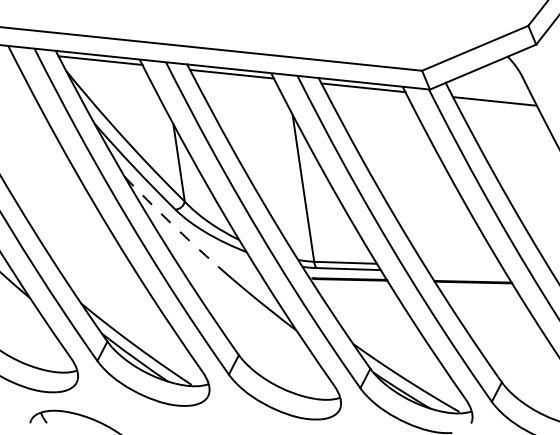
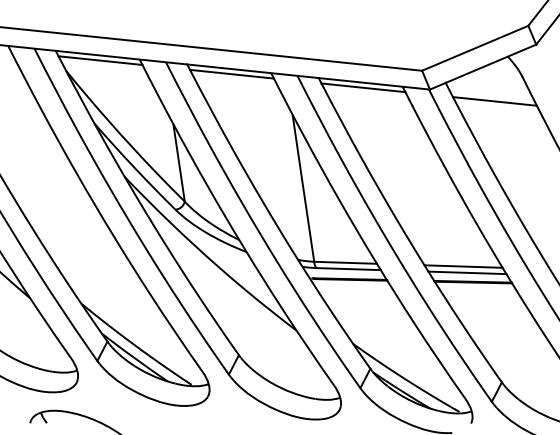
arc at (170, 222): dashed -> solid
line at (463, 266): none -> present
line at (467, 272): none -> present
